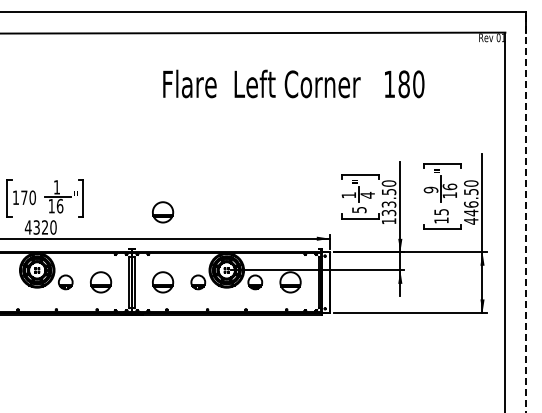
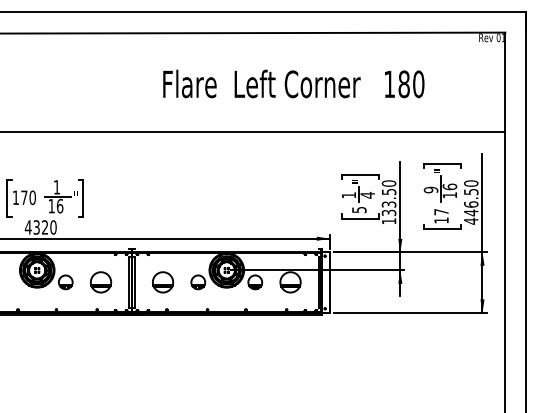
line at (253, 132): none -> present
part at (163, 212): present -> none
text at (441, 212): 15 -> 17
line at (525, 212): dashed -> solid
